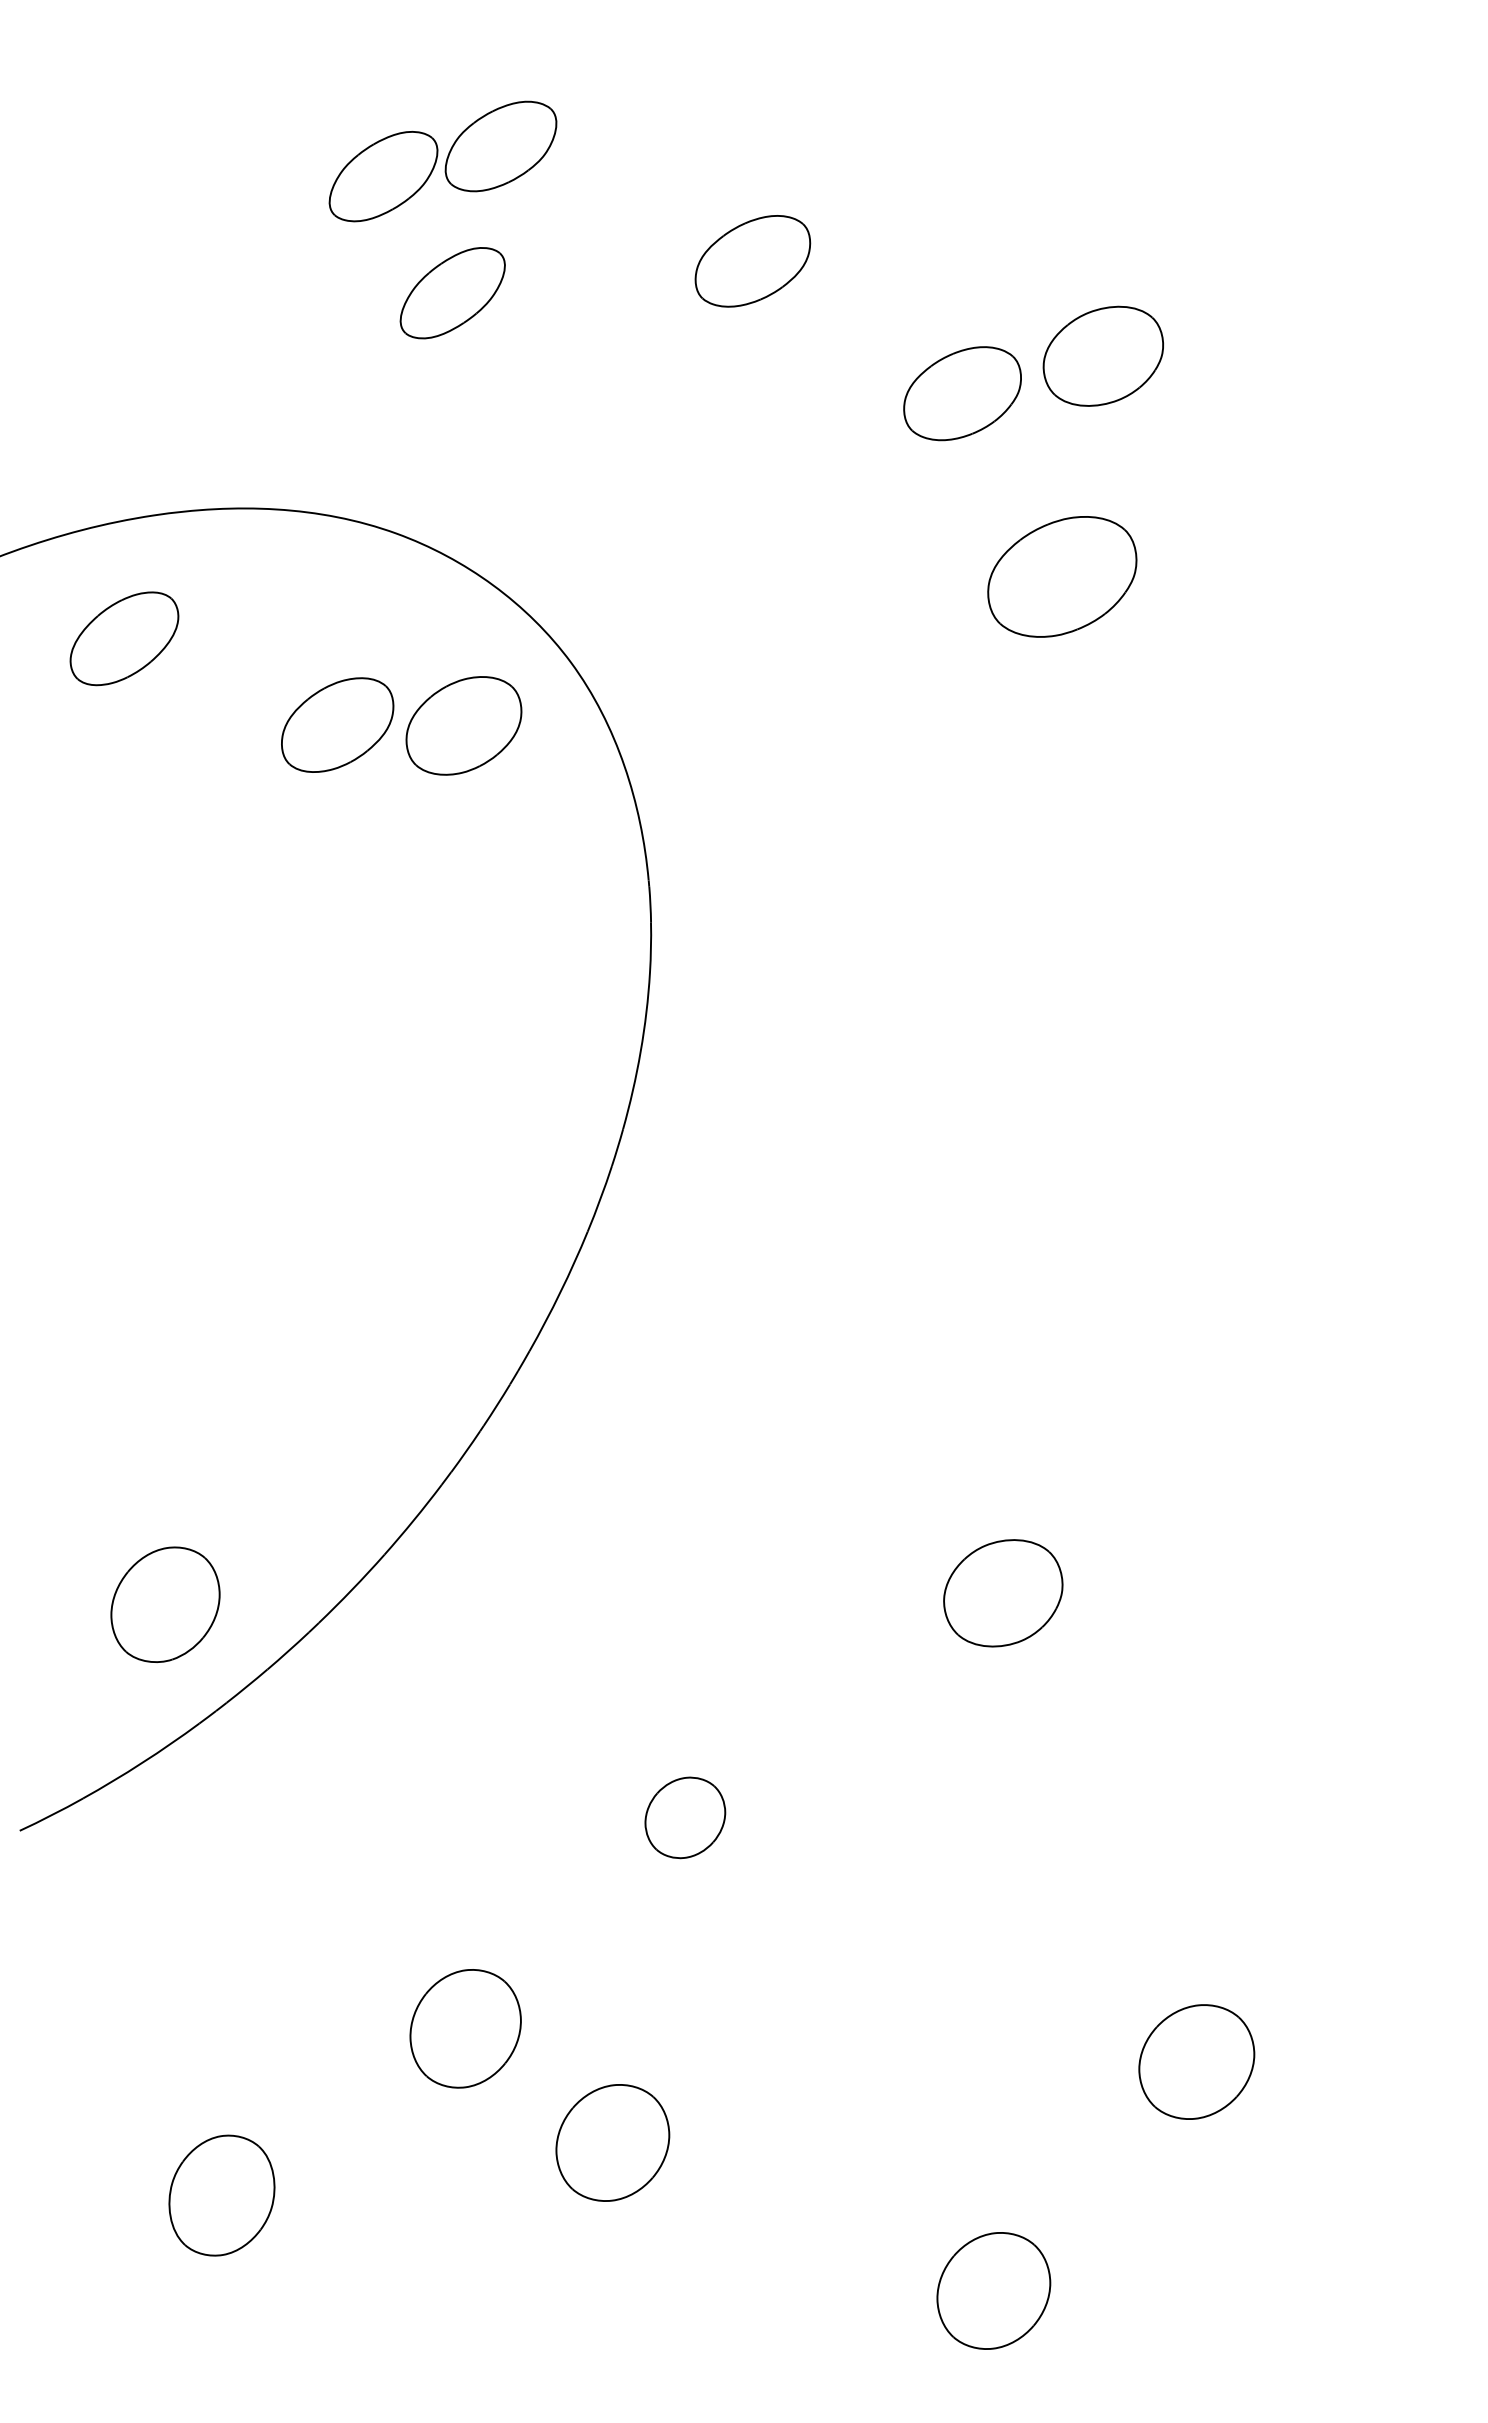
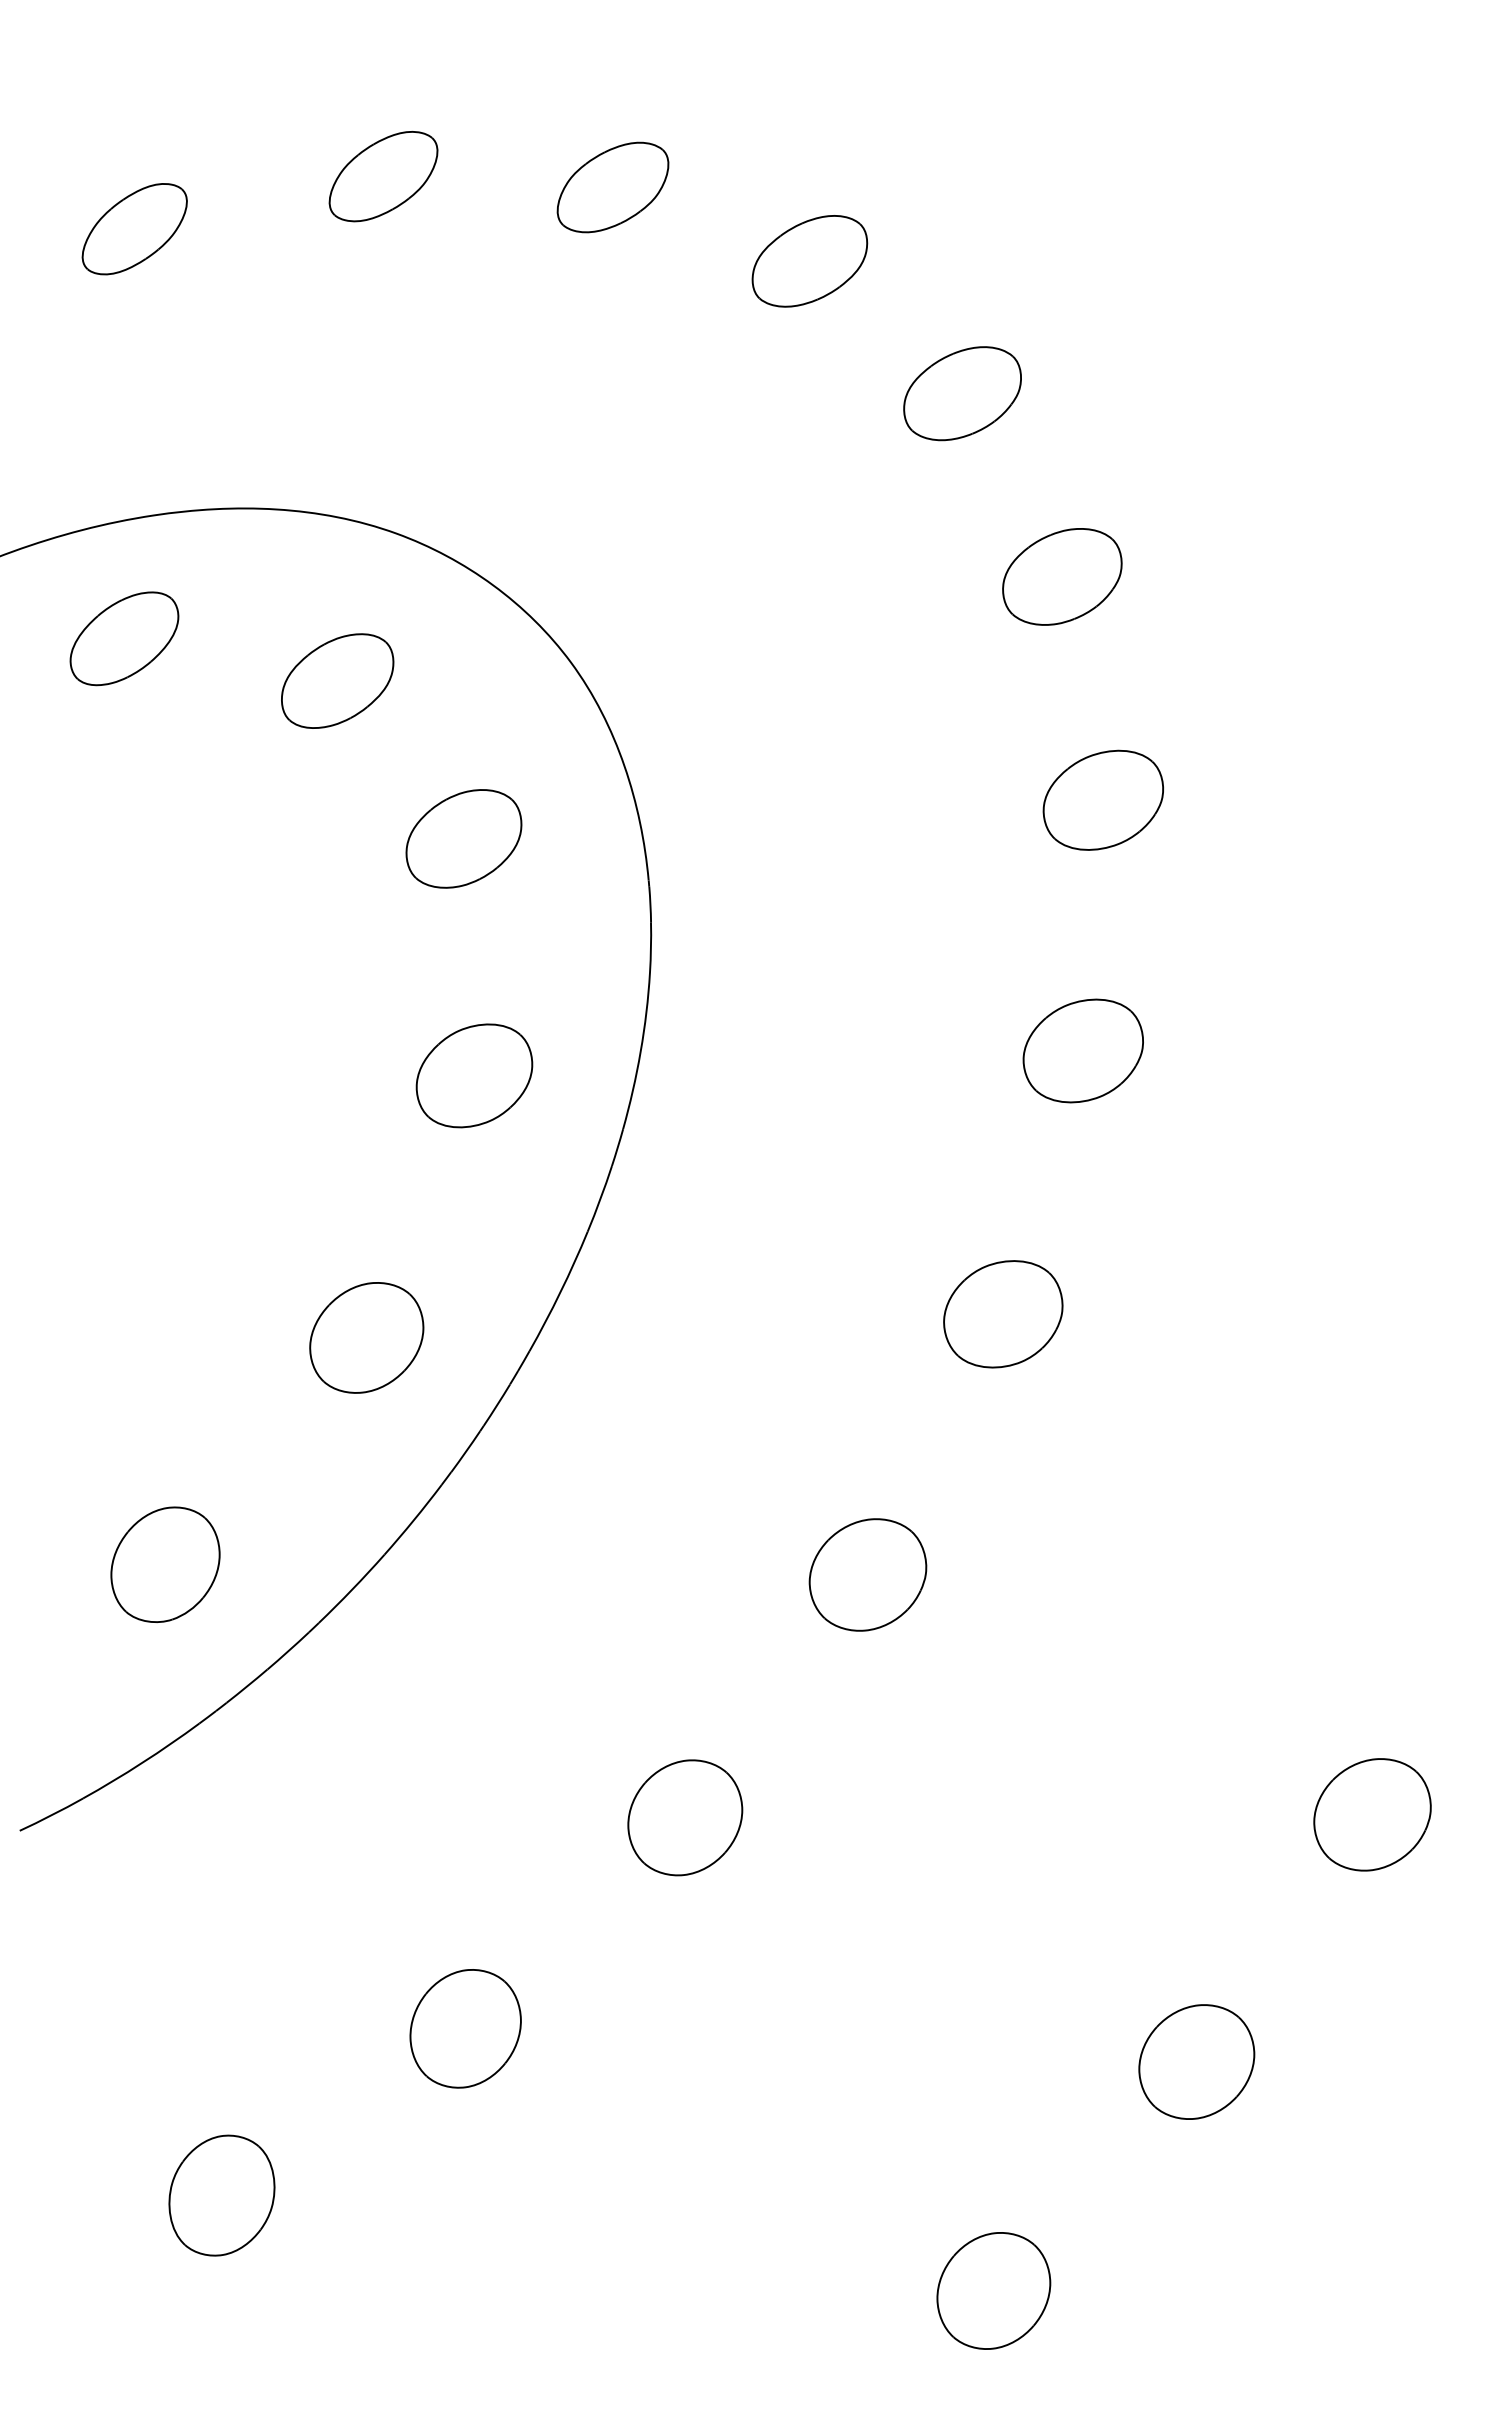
part at (500, 146) position: (500, 146) -> (612, 187)
part at (752, 261) position: (752, 261) -> (809, 261)
part at (452, 293) position: (452, 293) -> (134, 229)
part at (1102, 355) position: (1102, 355) -> (1102, 799)
part at (1062, 576) size: 151x122 px -> 121x98 px
part at (337, 724) position: (337, 724) -> (337, 680)
part at (463, 725) position: (463, 725) -> (463, 838)
part at (1082, 1050): none -> present
part at (474, 1075): none -> present
part at (366, 1337): none -> present
part at (867, 1574): none -> present
part at (1003, 1593) position: (1003, 1593) -> (1003, 1314)
part at (165, 1604) position: (165, 1604) -> (165, 1564)
part at (1372, 1814): none -> present
part at (685, 1817) size: 83x84 px -> 117x118 px
part at (612, 2142): present -> none
